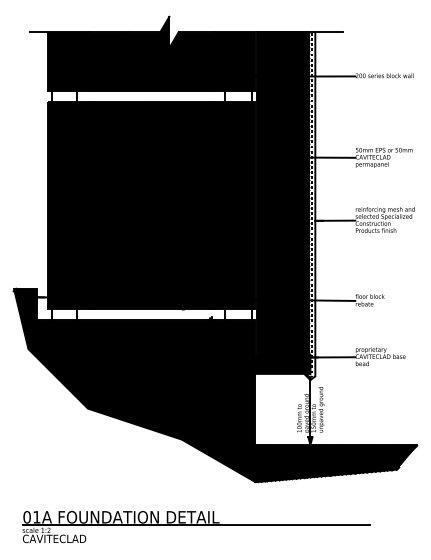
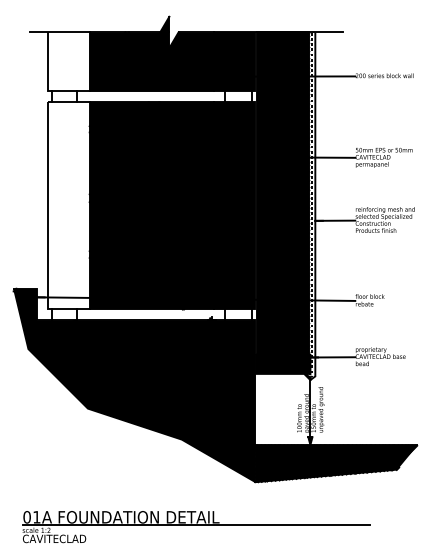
fill at (68, 61): present -> none
fill at (68, 205): present -> none
